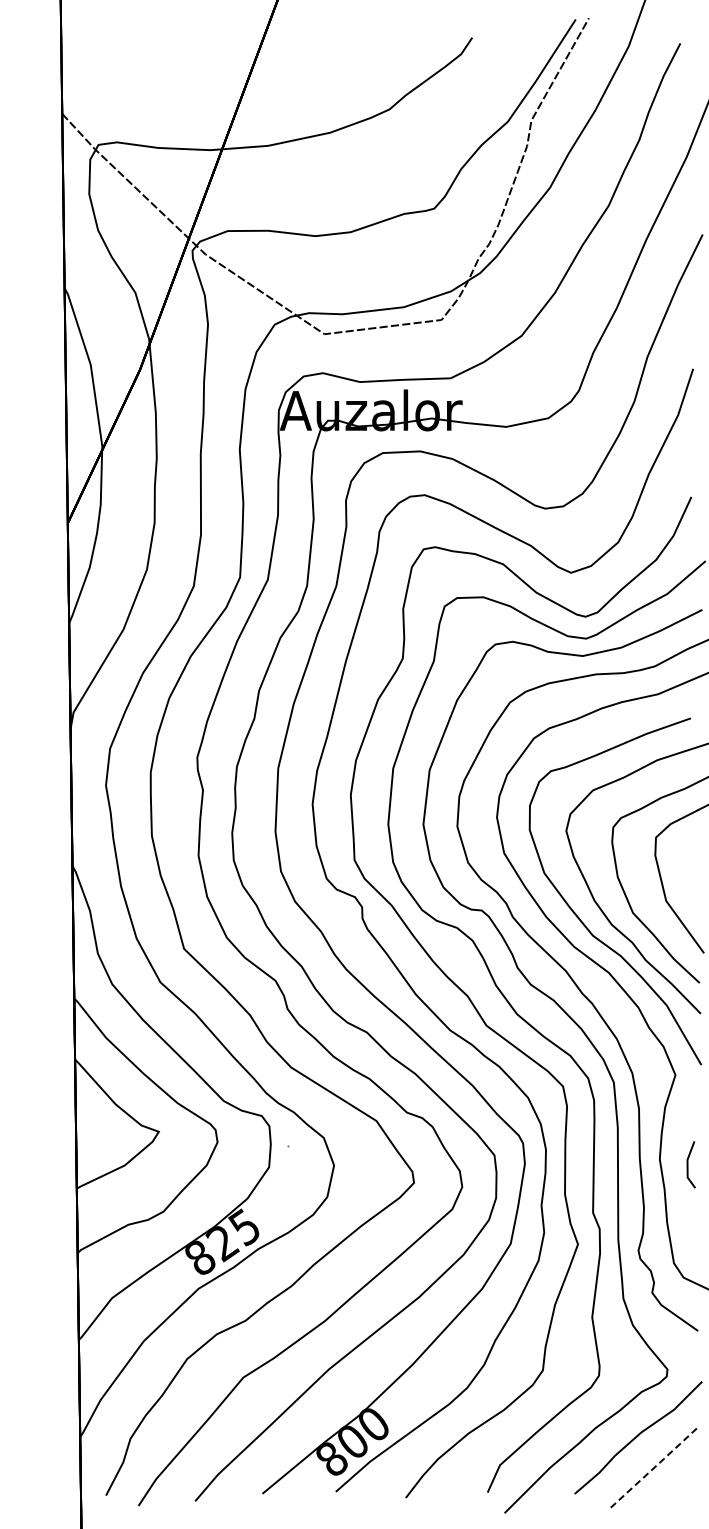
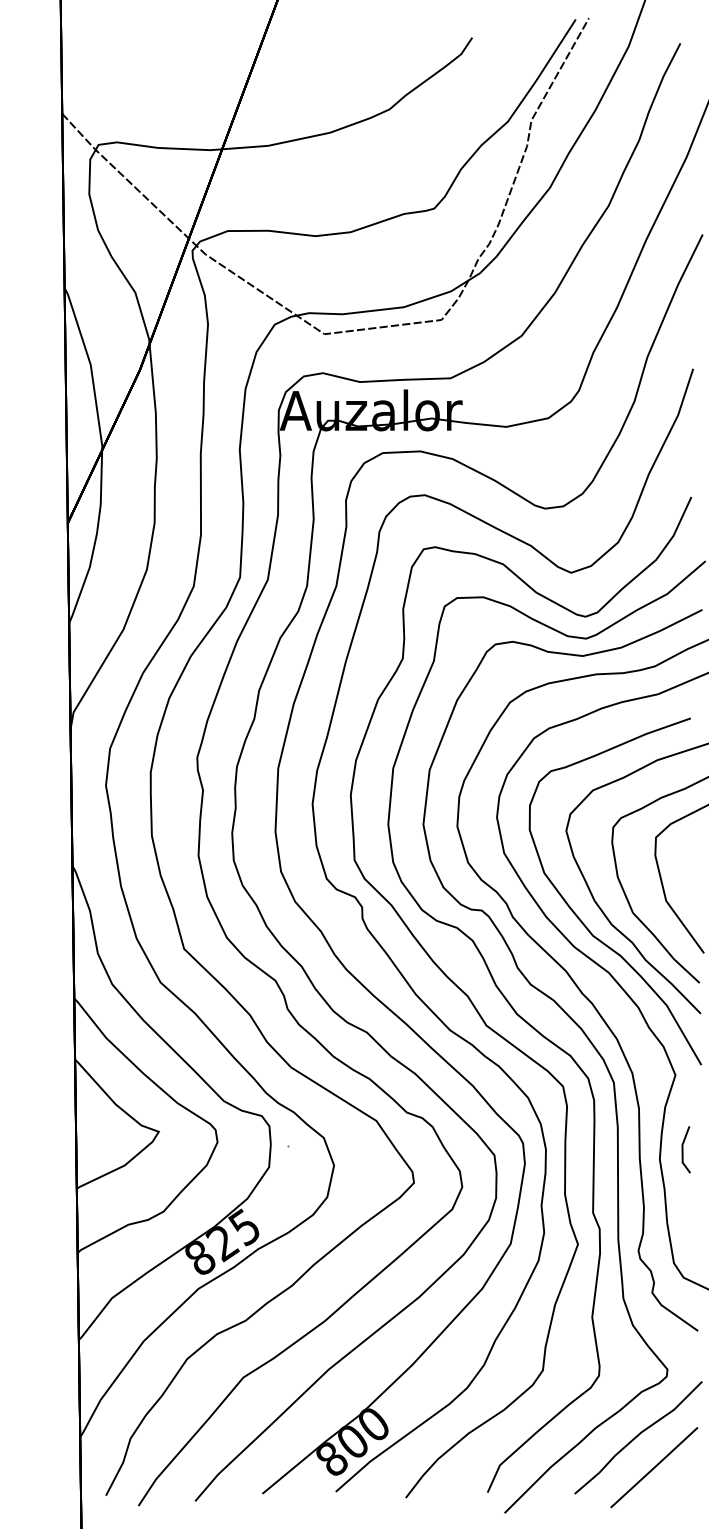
line at (688, 1164) position: (688, 1164) -> (683, 1149)
line at (654, 1467): dashed -> solid
